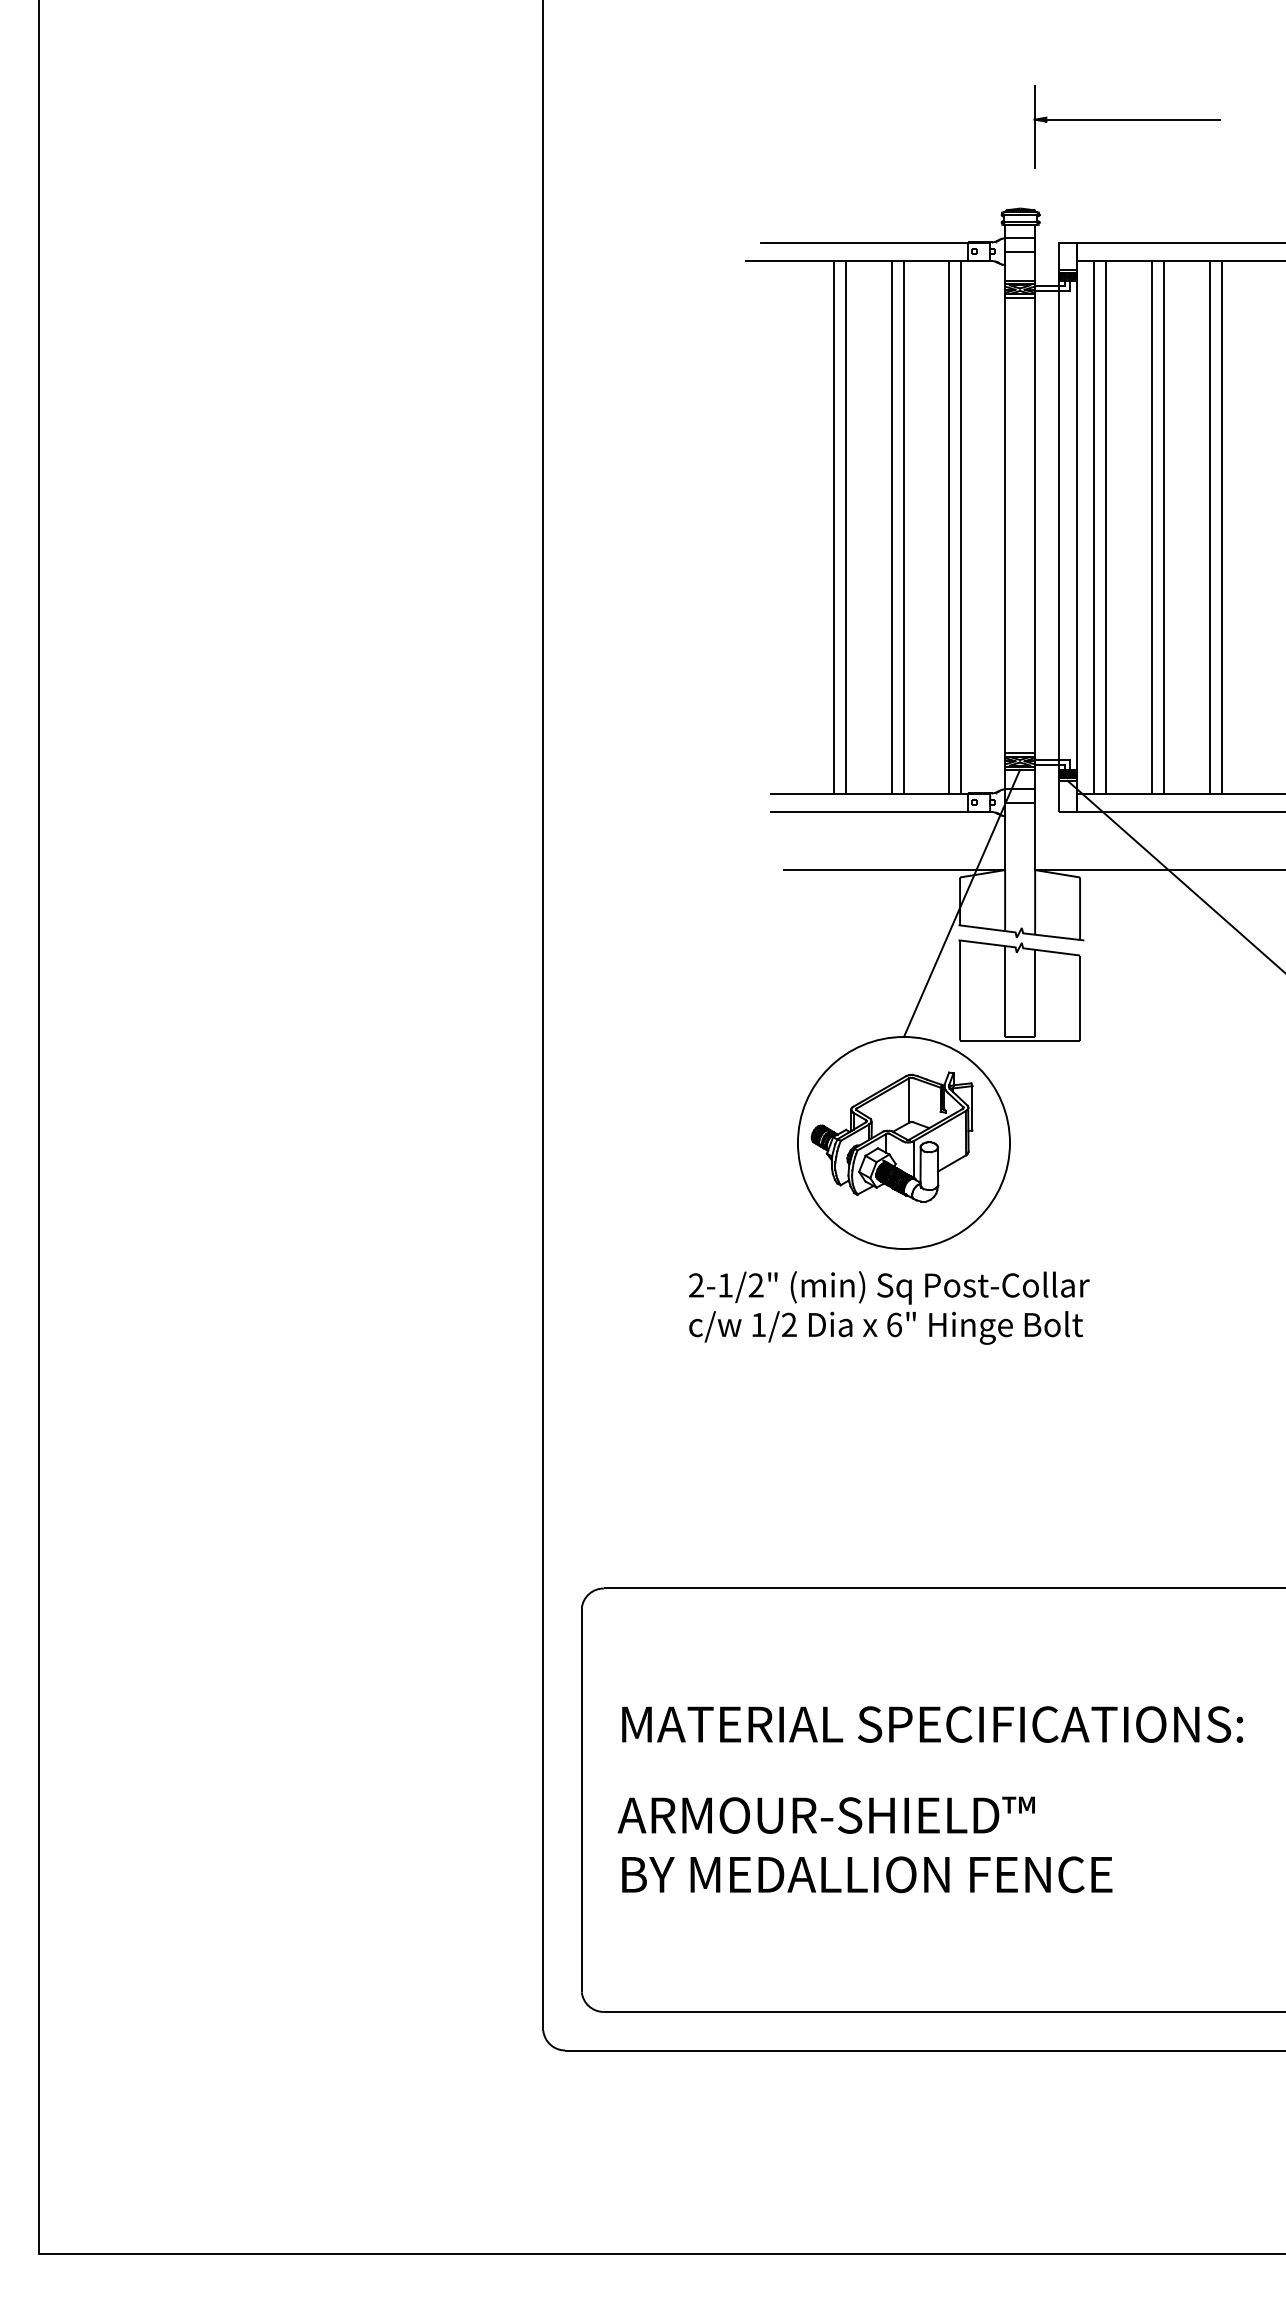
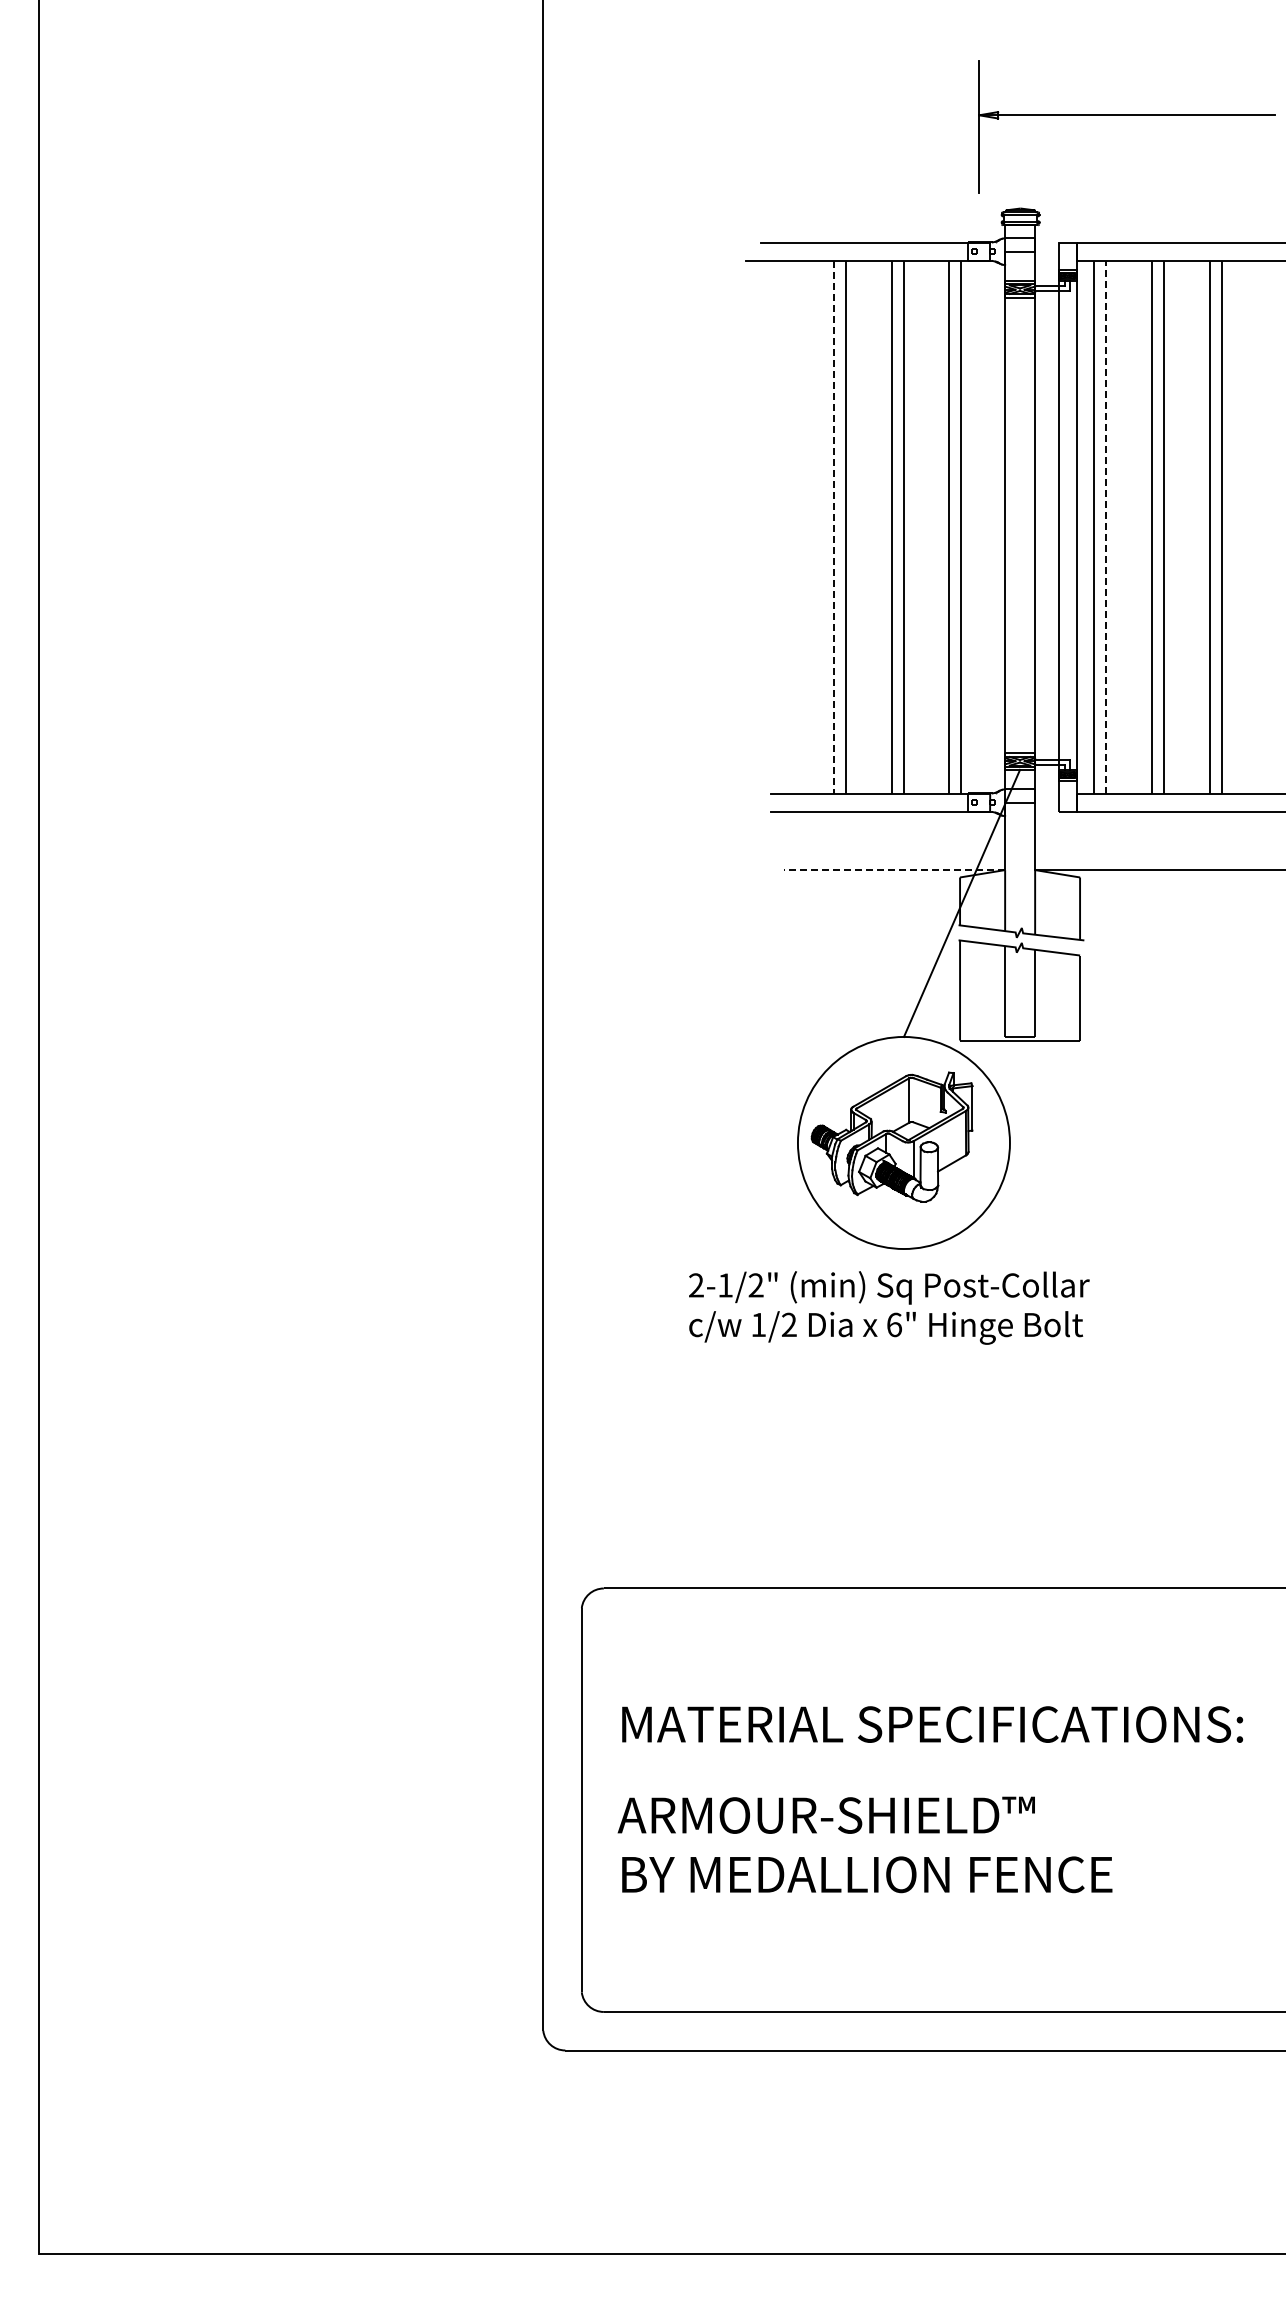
part at (1126, 126) size: 188x84 px -> 298x134 px
line at (833, 527): solid -> dashed
line at (1106, 527): solid -> dashed
line at (894, 870): solid -> dashed
line at (1174, 875): present -> none
